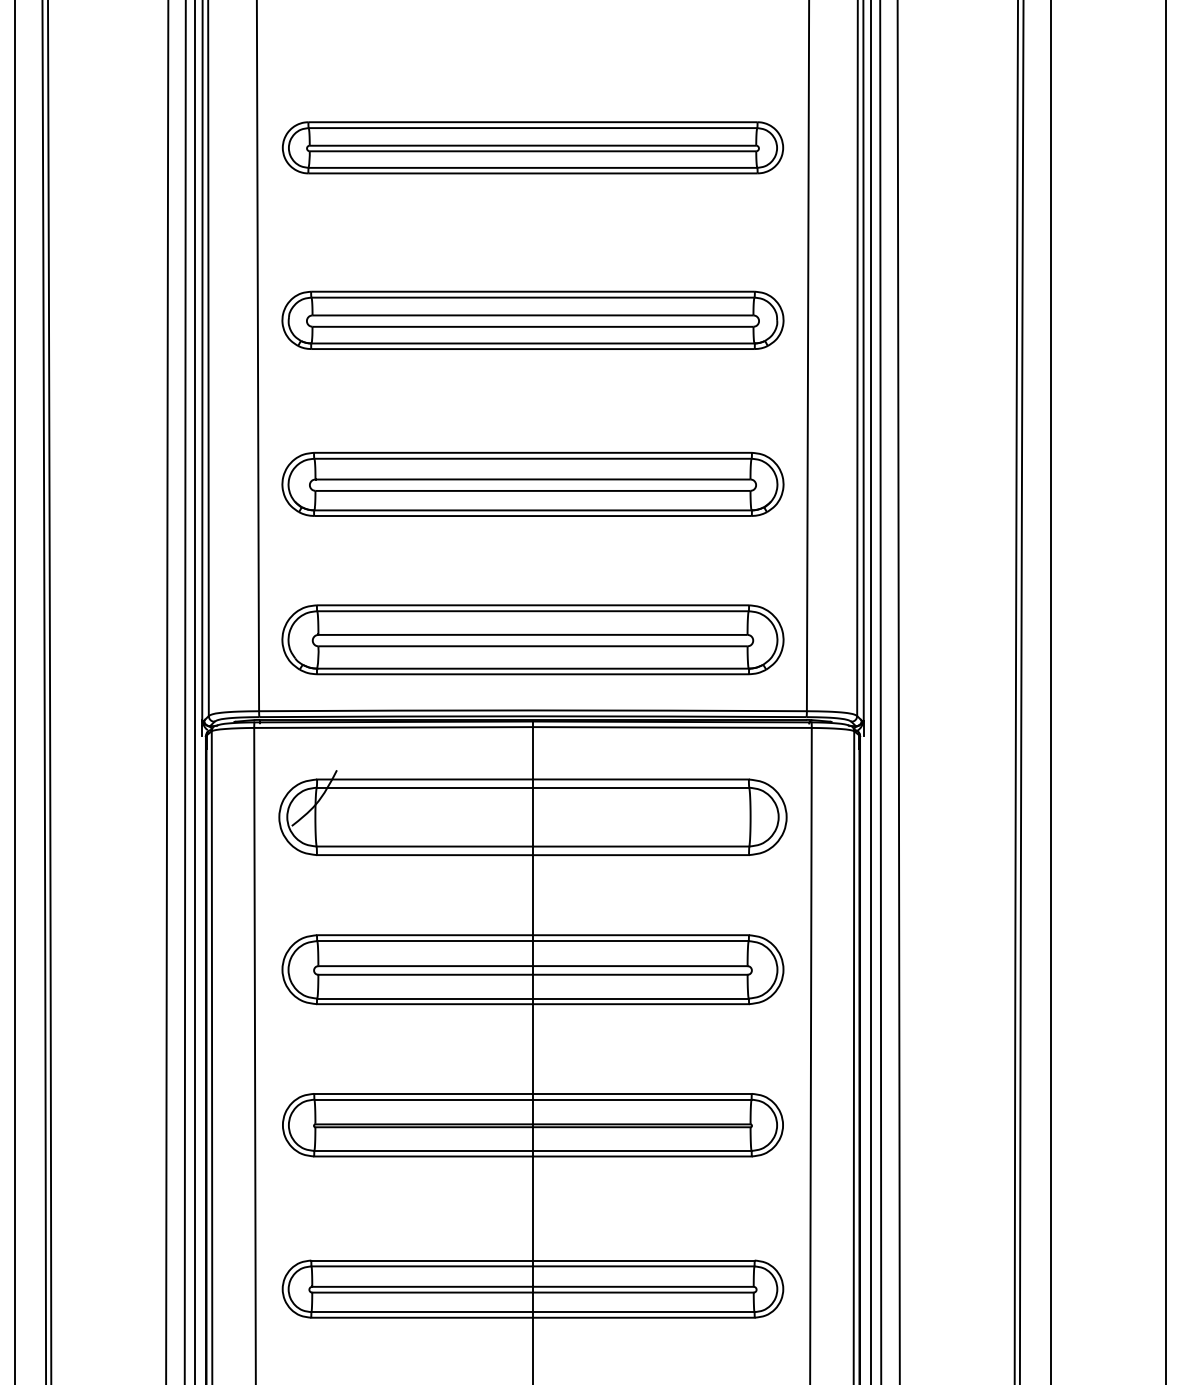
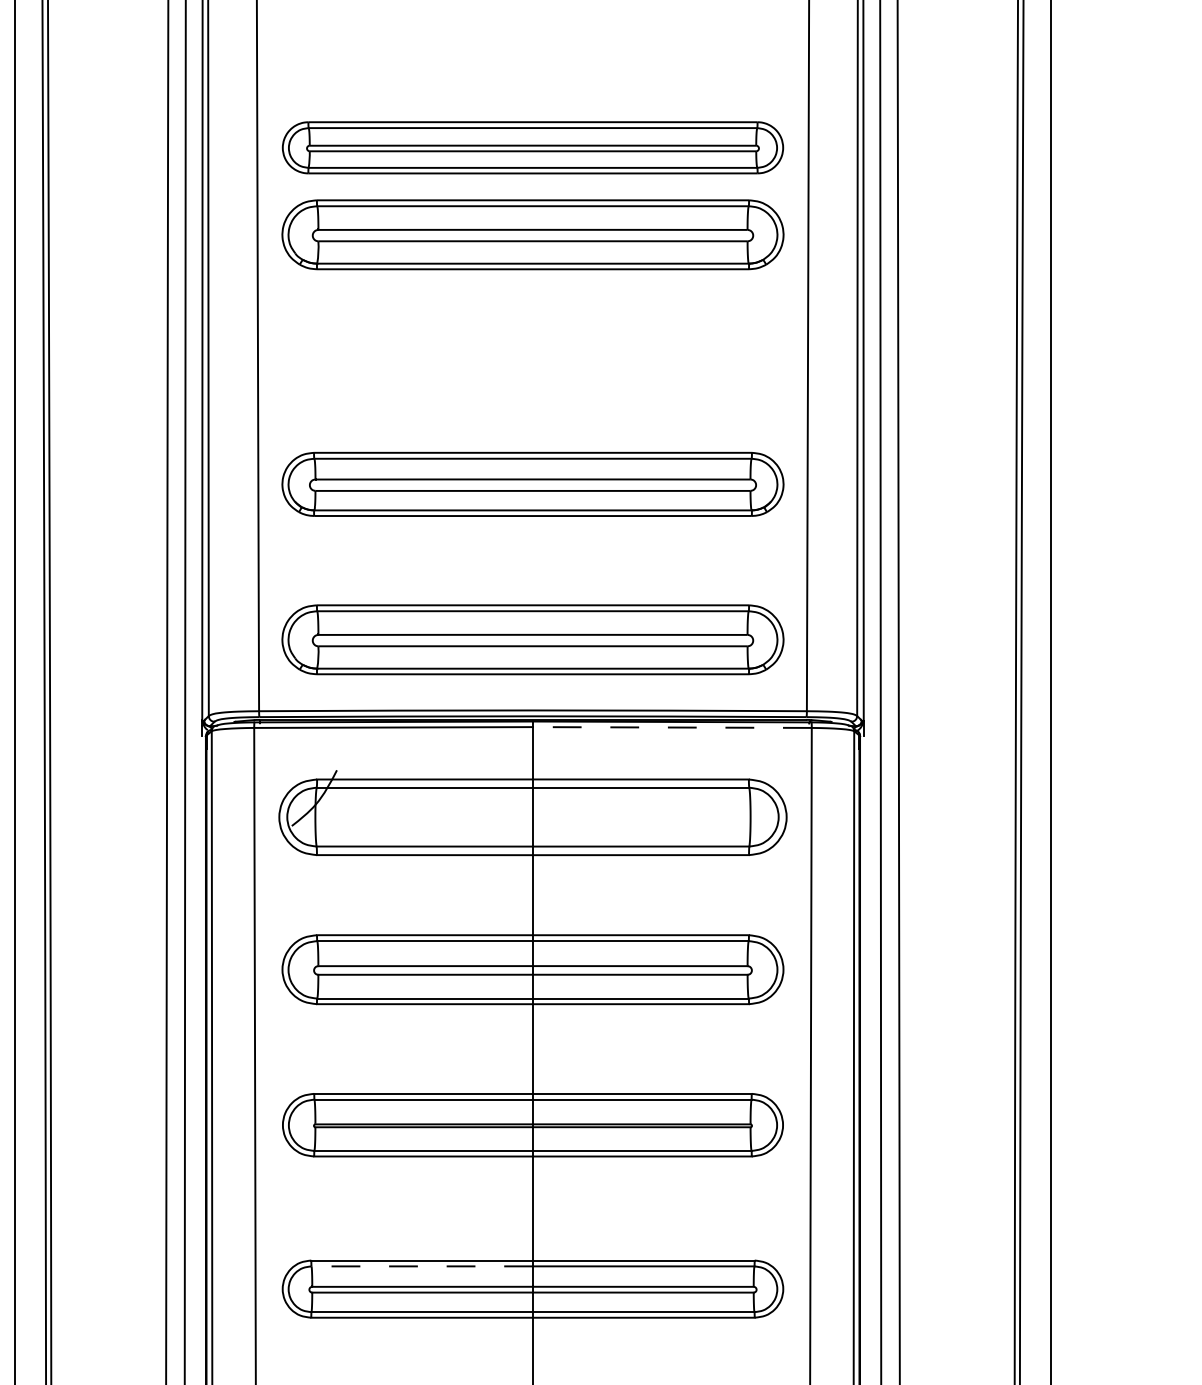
part at (532, 234): none -> present
part at (532, 319): present -> none
line at (194, 691): present -> none
line at (871, 691): present -> none
line at (1166, 691): present -> none
line at (671, 727): solid -> dashed
line at (422, 1266): solid -> dashed
